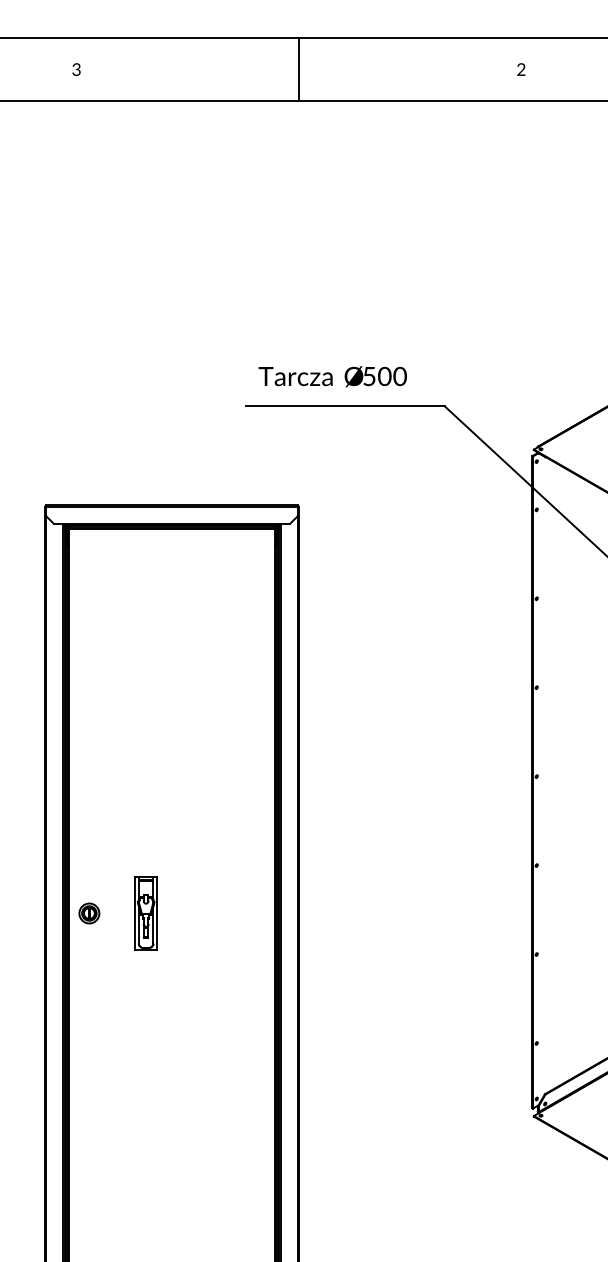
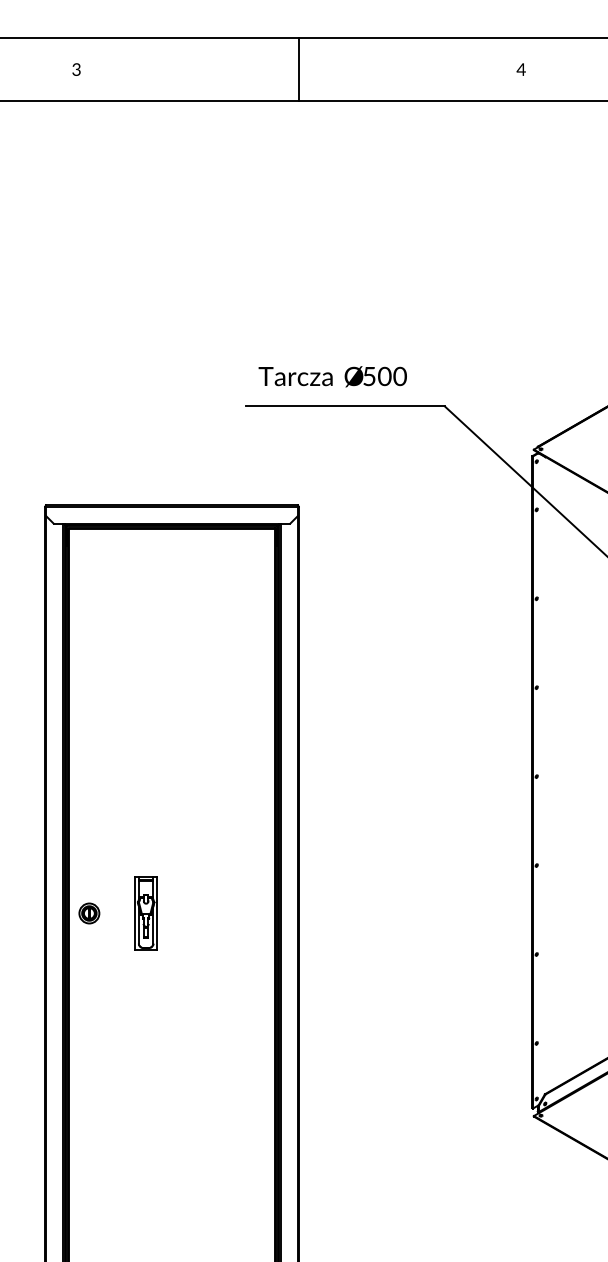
text at (520, 69): 2 -> 4
